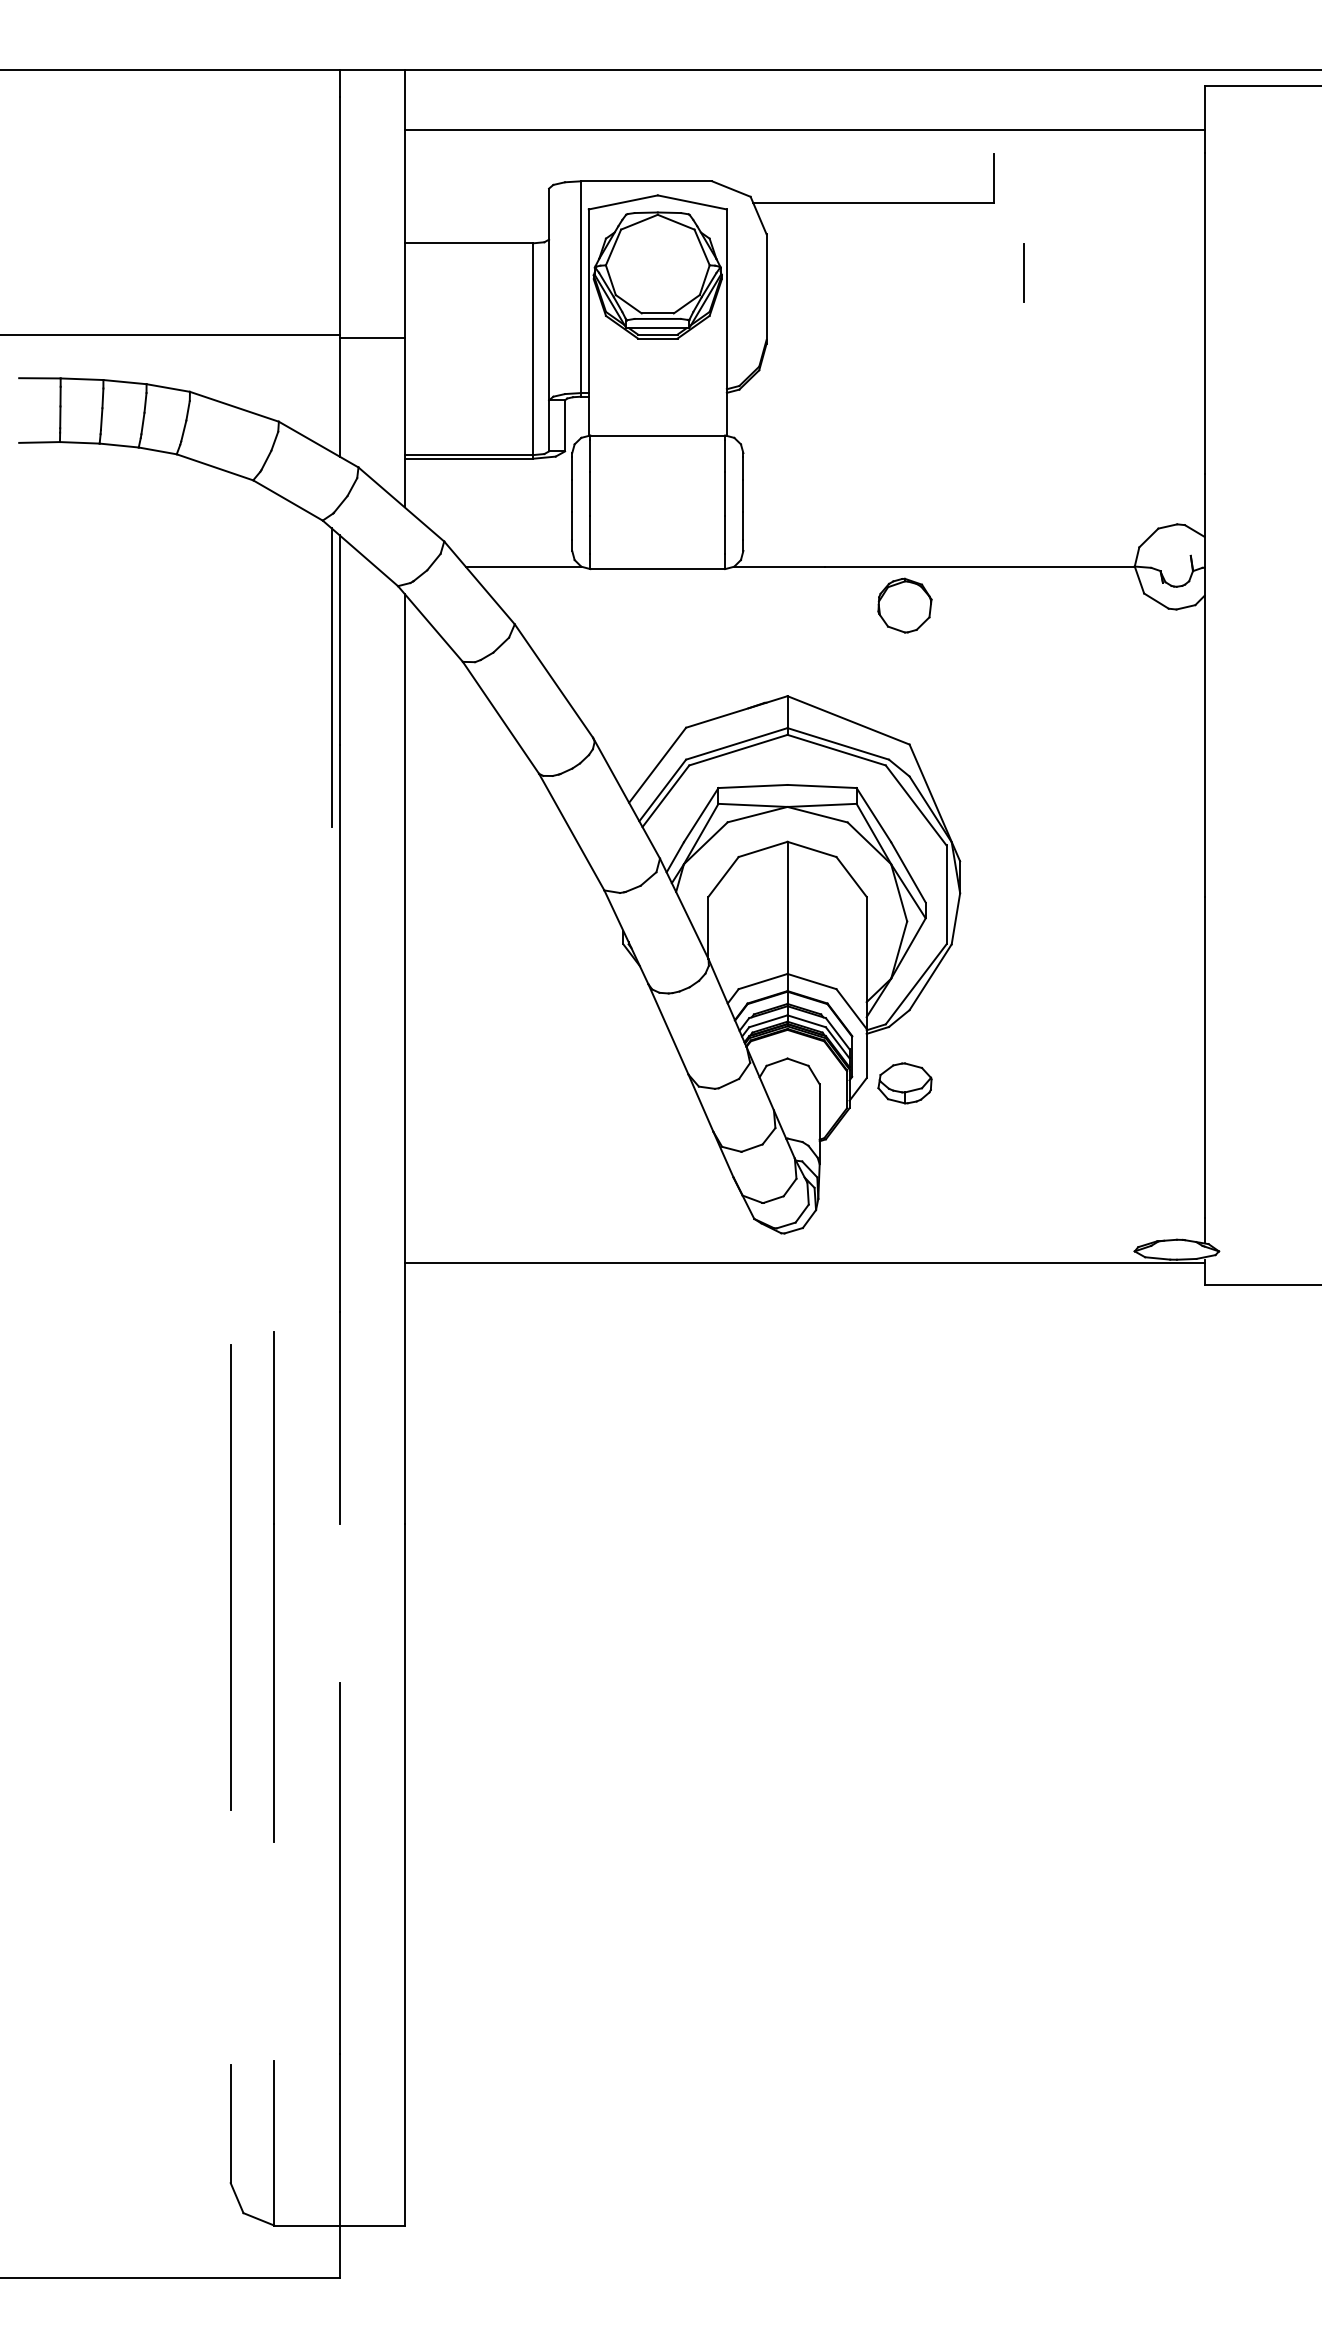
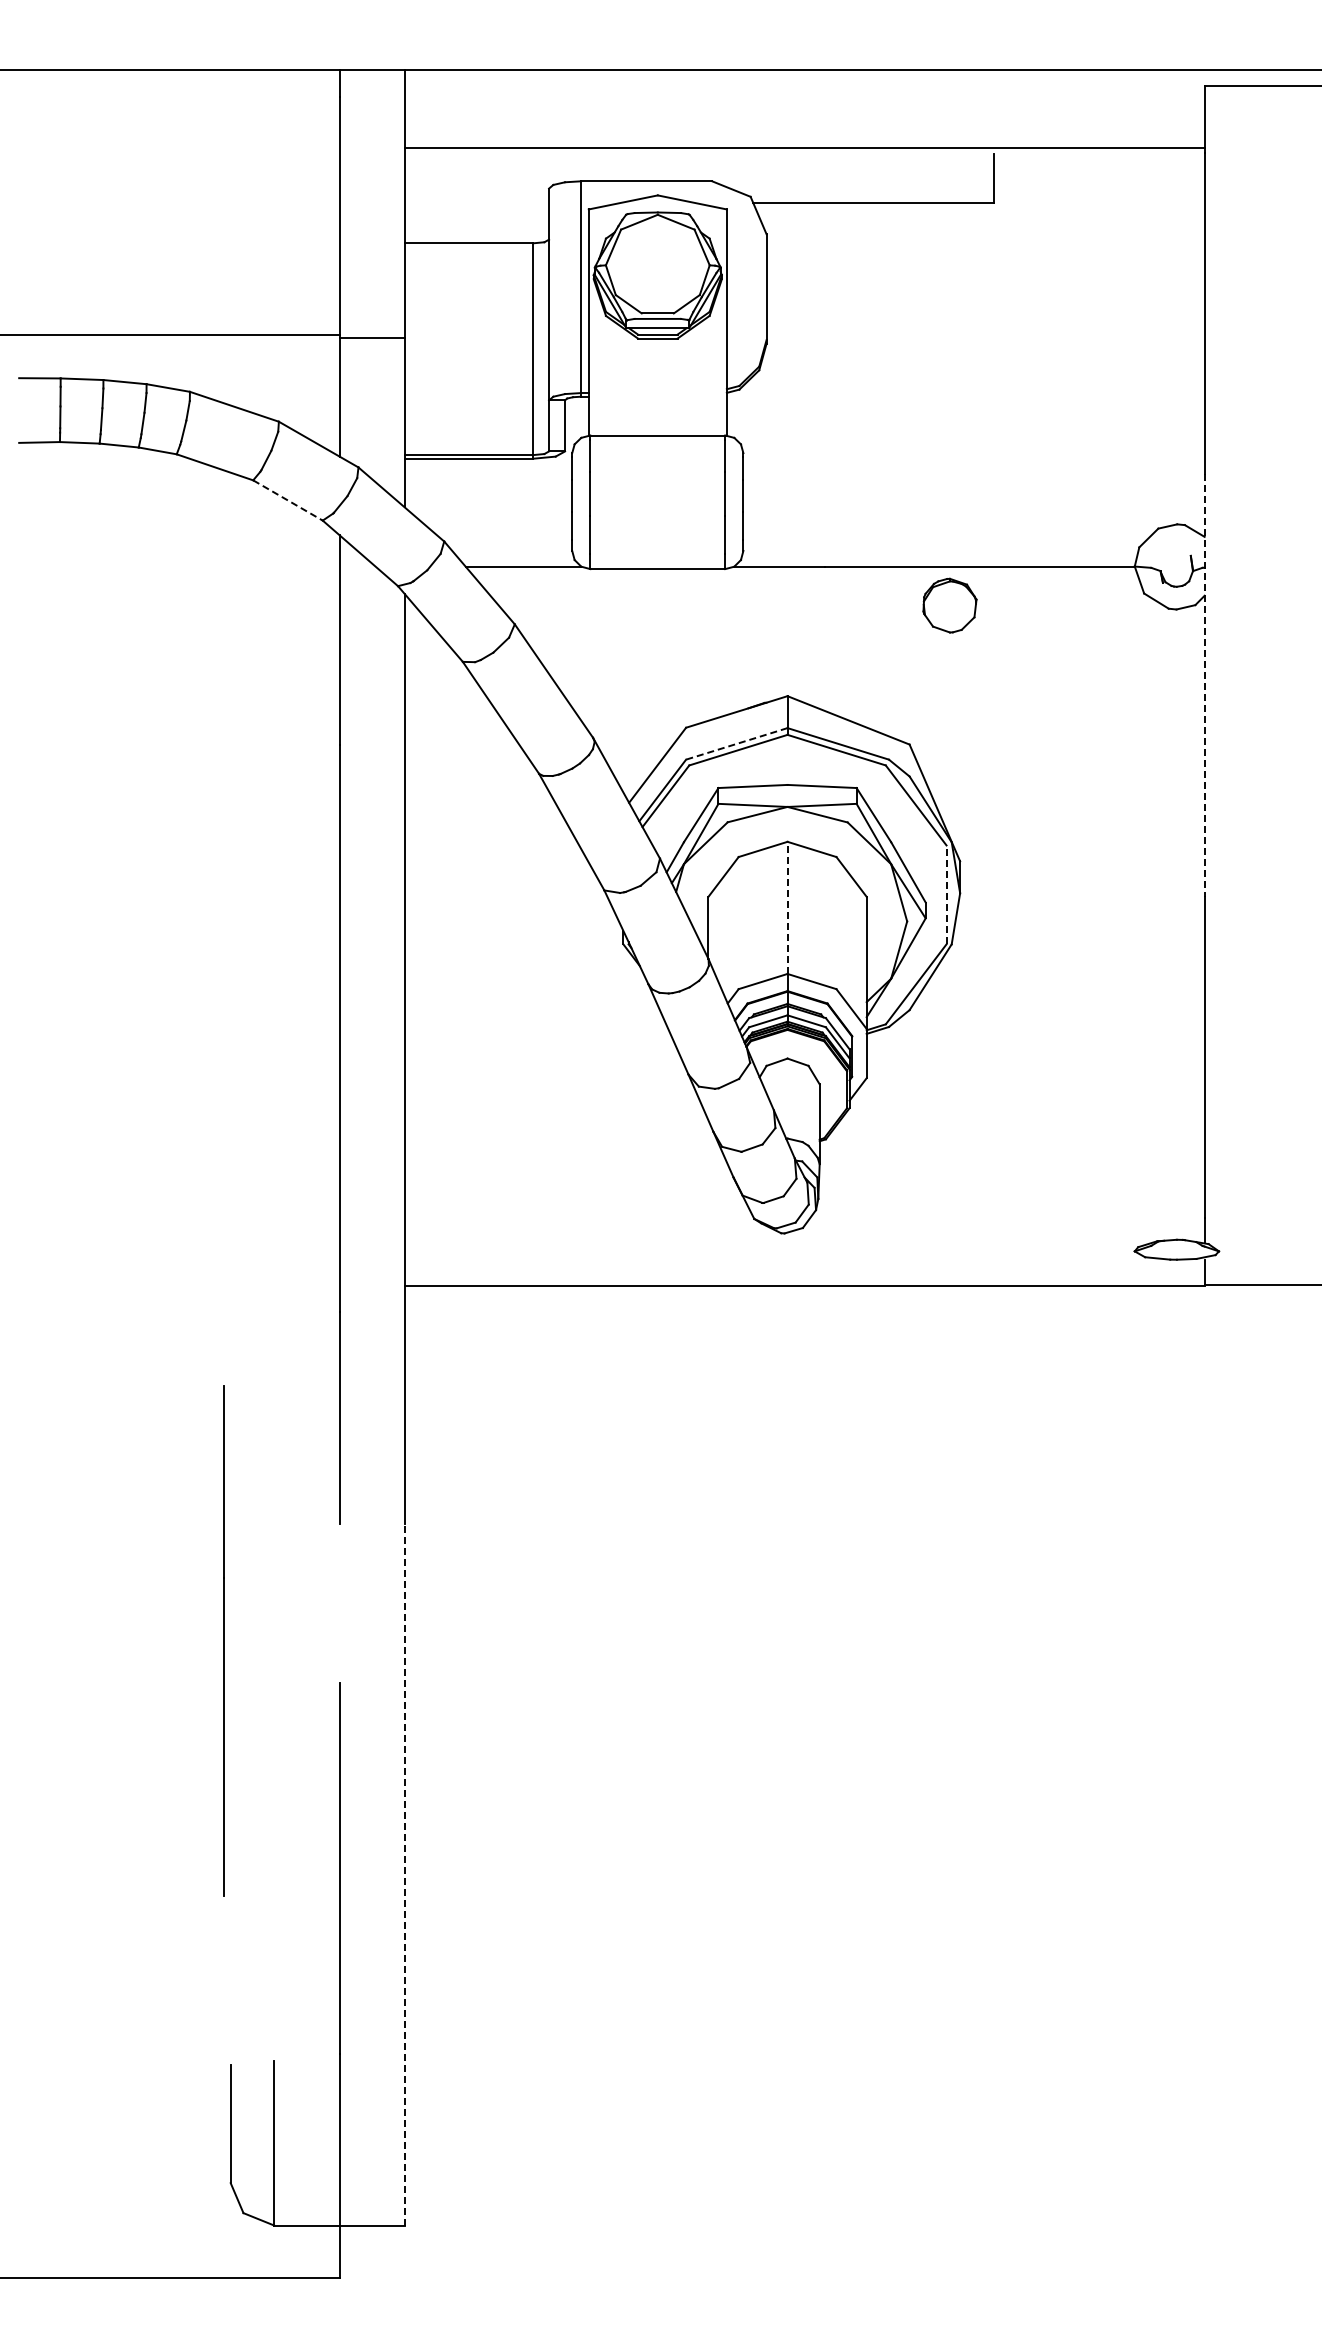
line at (804, 130) position: (804, 130) -> (804, 148)
line at (1023, 273): present -> none
line at (288, 500): solid -> dashed
part at (904, 605) position: (904, 605) -> (949, 605)
line at (331, 677): present -> none
line at (1204, 686): solid -> dashed
line at (736, 744): solid -> dashed
line at (946, 894): solid -> dashed
line at (787, 907): solid -> dashed
part at (904, 1083): present -> none
line at (804, 1262) position: (804, 1262) -> (804, 1285)
line at (230, 1577): present -> none
line at (273, 1586) position: (273, 1586) -> (223, 1640)
line at (404, 1874): solid -> dashed
